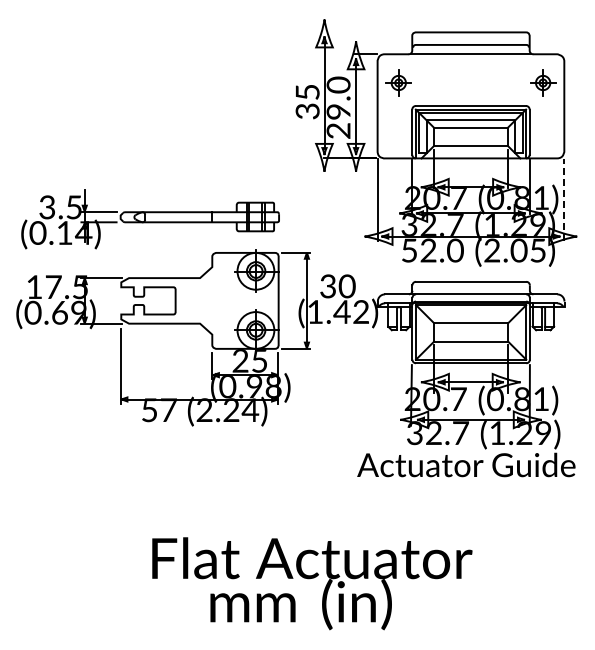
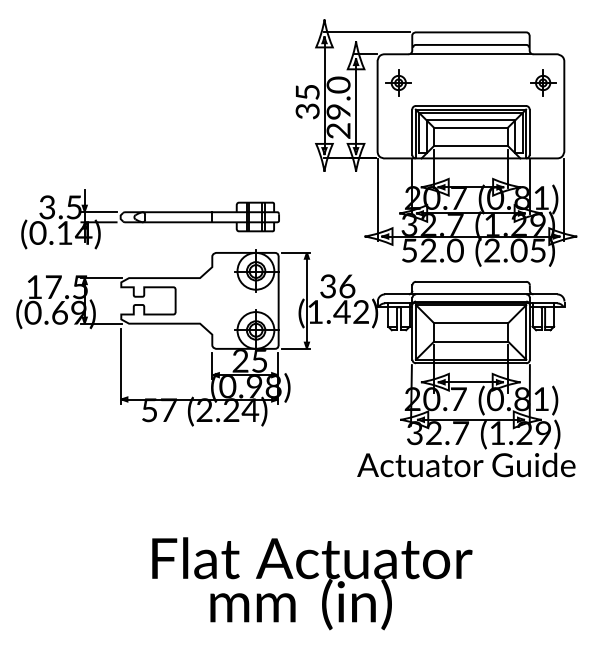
line at (366, 32): none -> present
line at (564, 200): dashed -> solid
text at (346, 285): 30 -> 36
